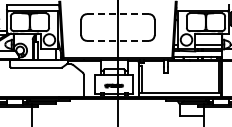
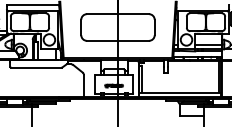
line at (118, 14): dashed -> solid
line at (118, 40): dashed -> solid
